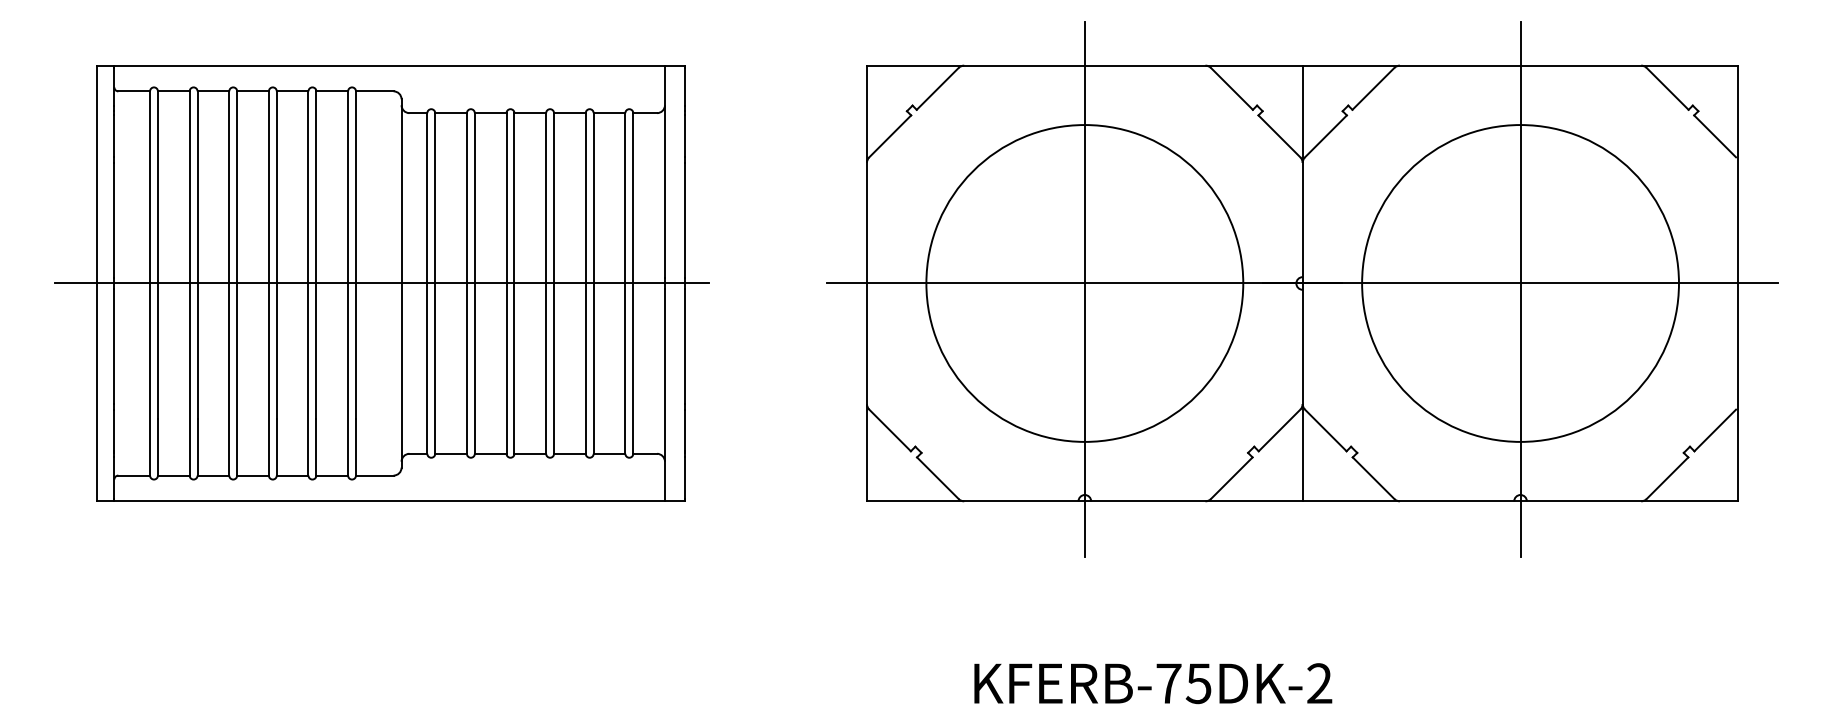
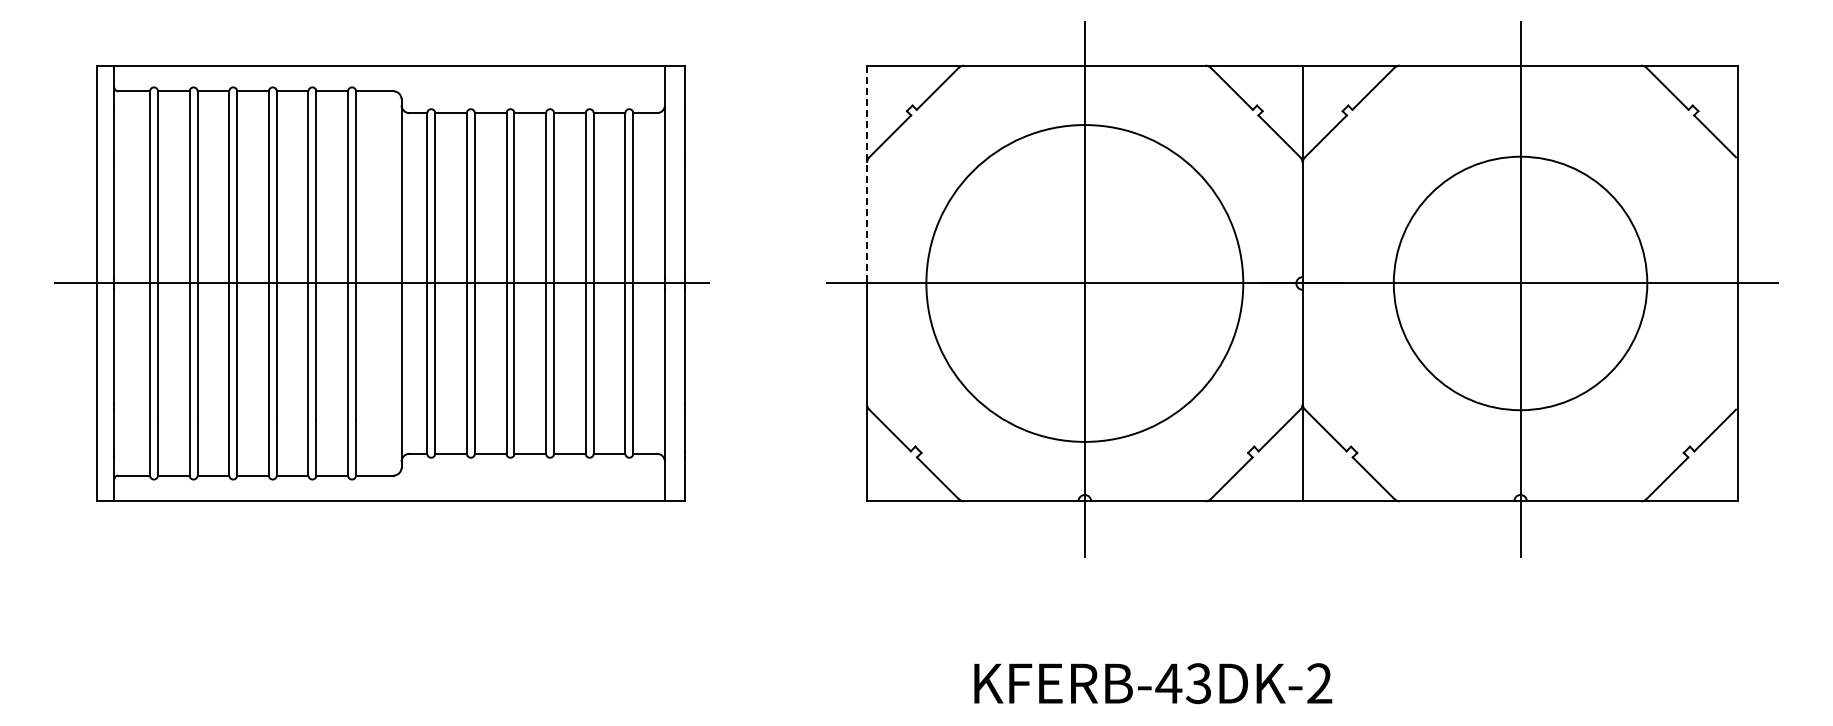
line at (866, 174): solid -> dashed
circle at (1520, 283) diameter: 317 px -> 254 px
text at (1183, 683): KFERB-75DK-2 -> KFERB-43DK-2
